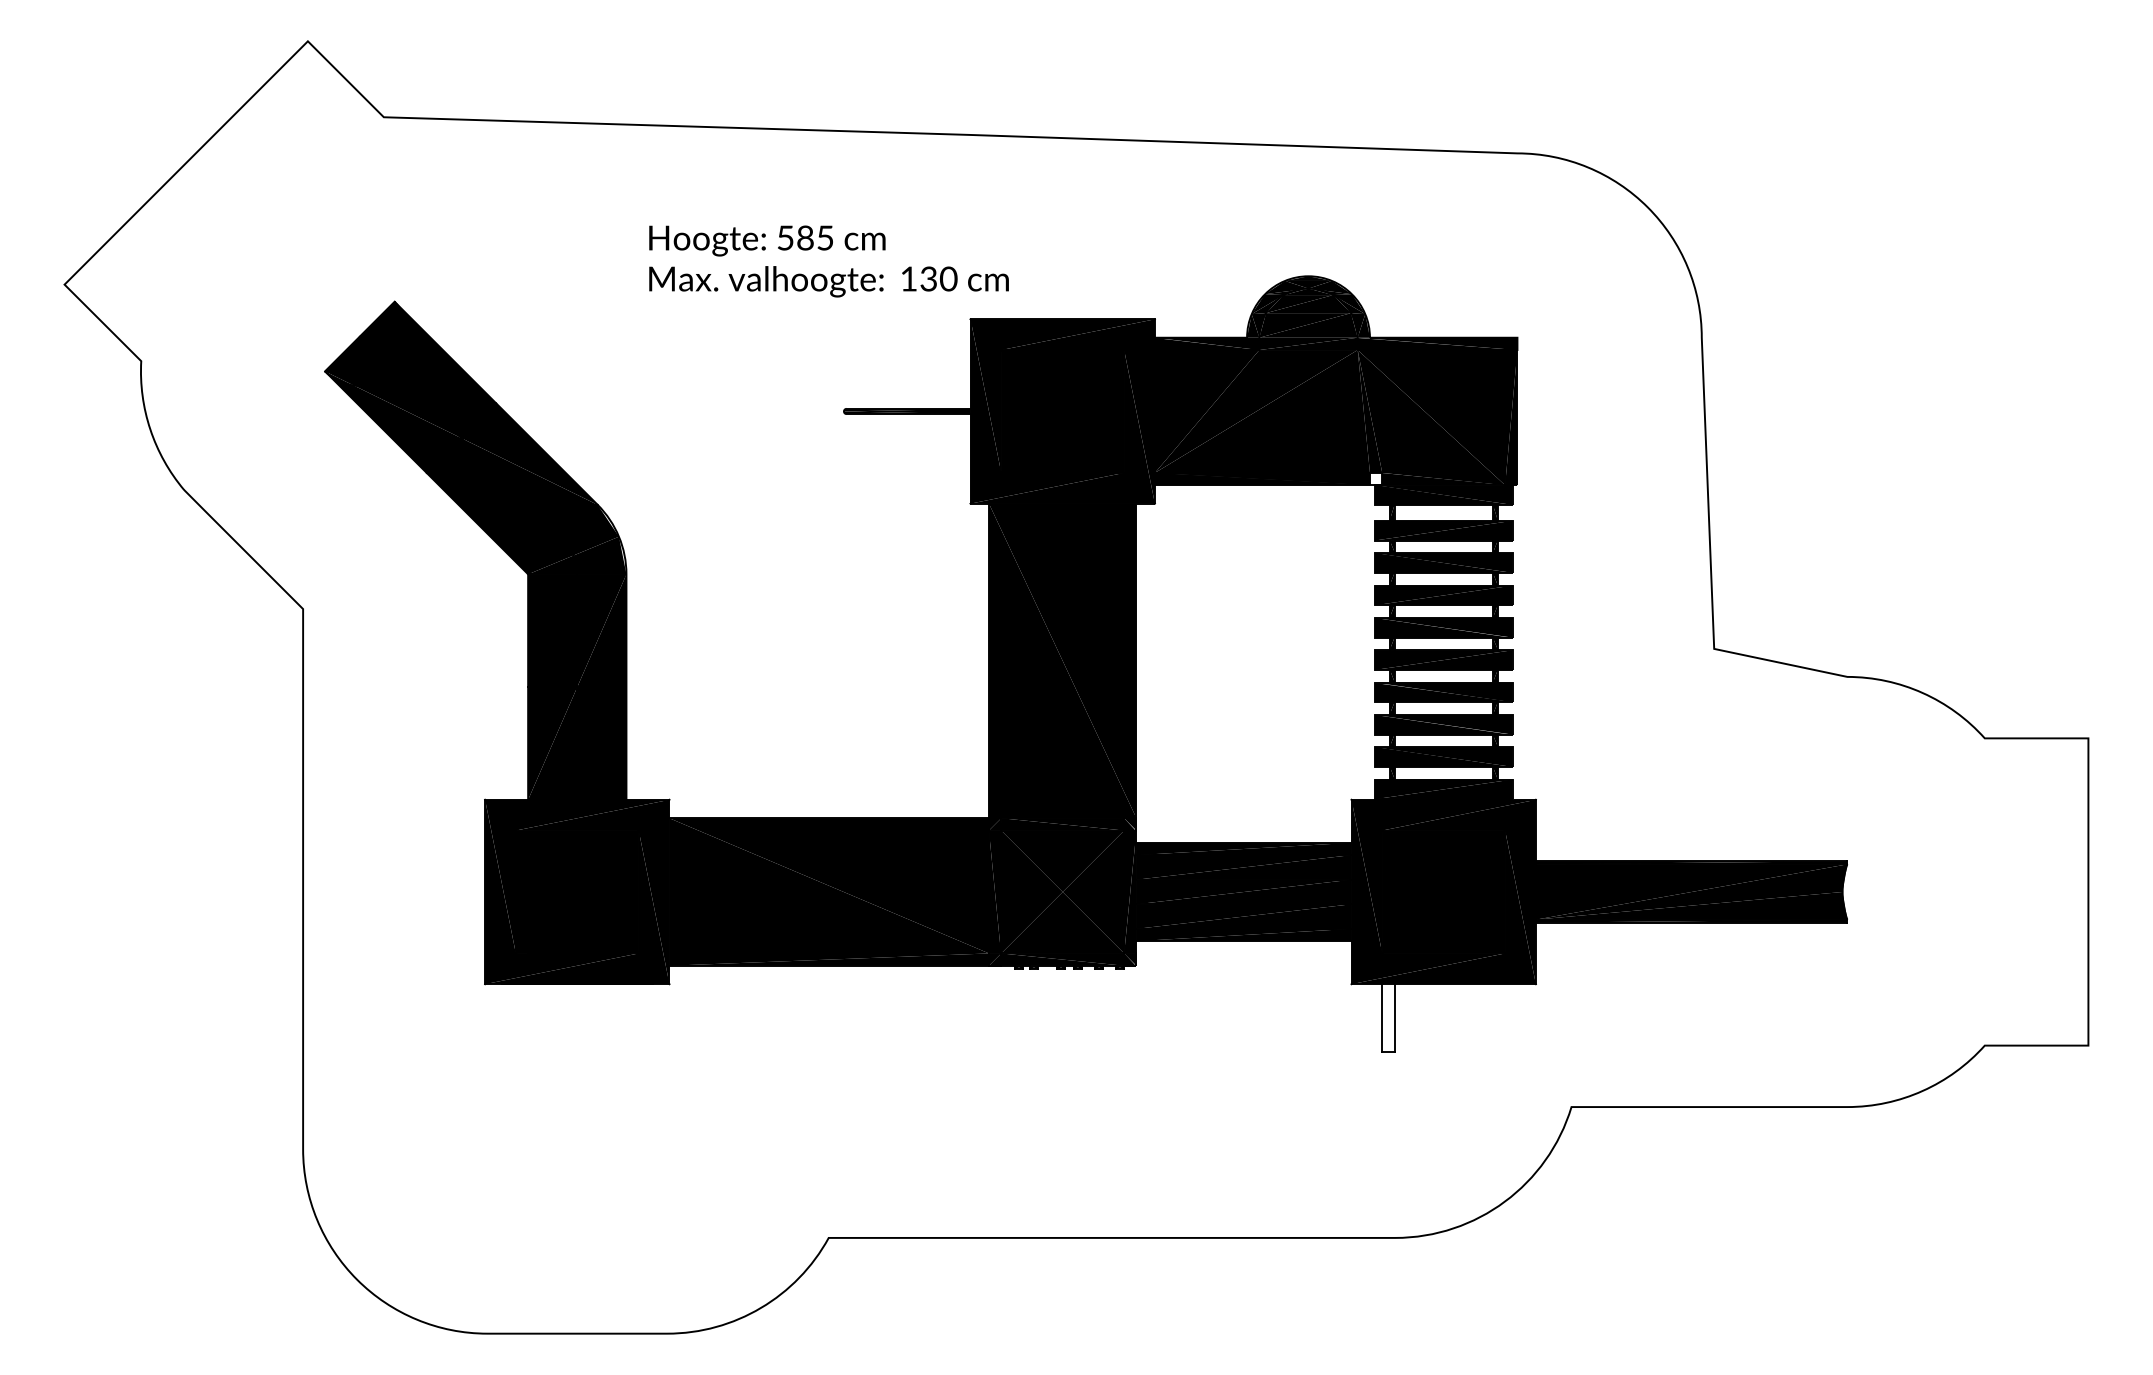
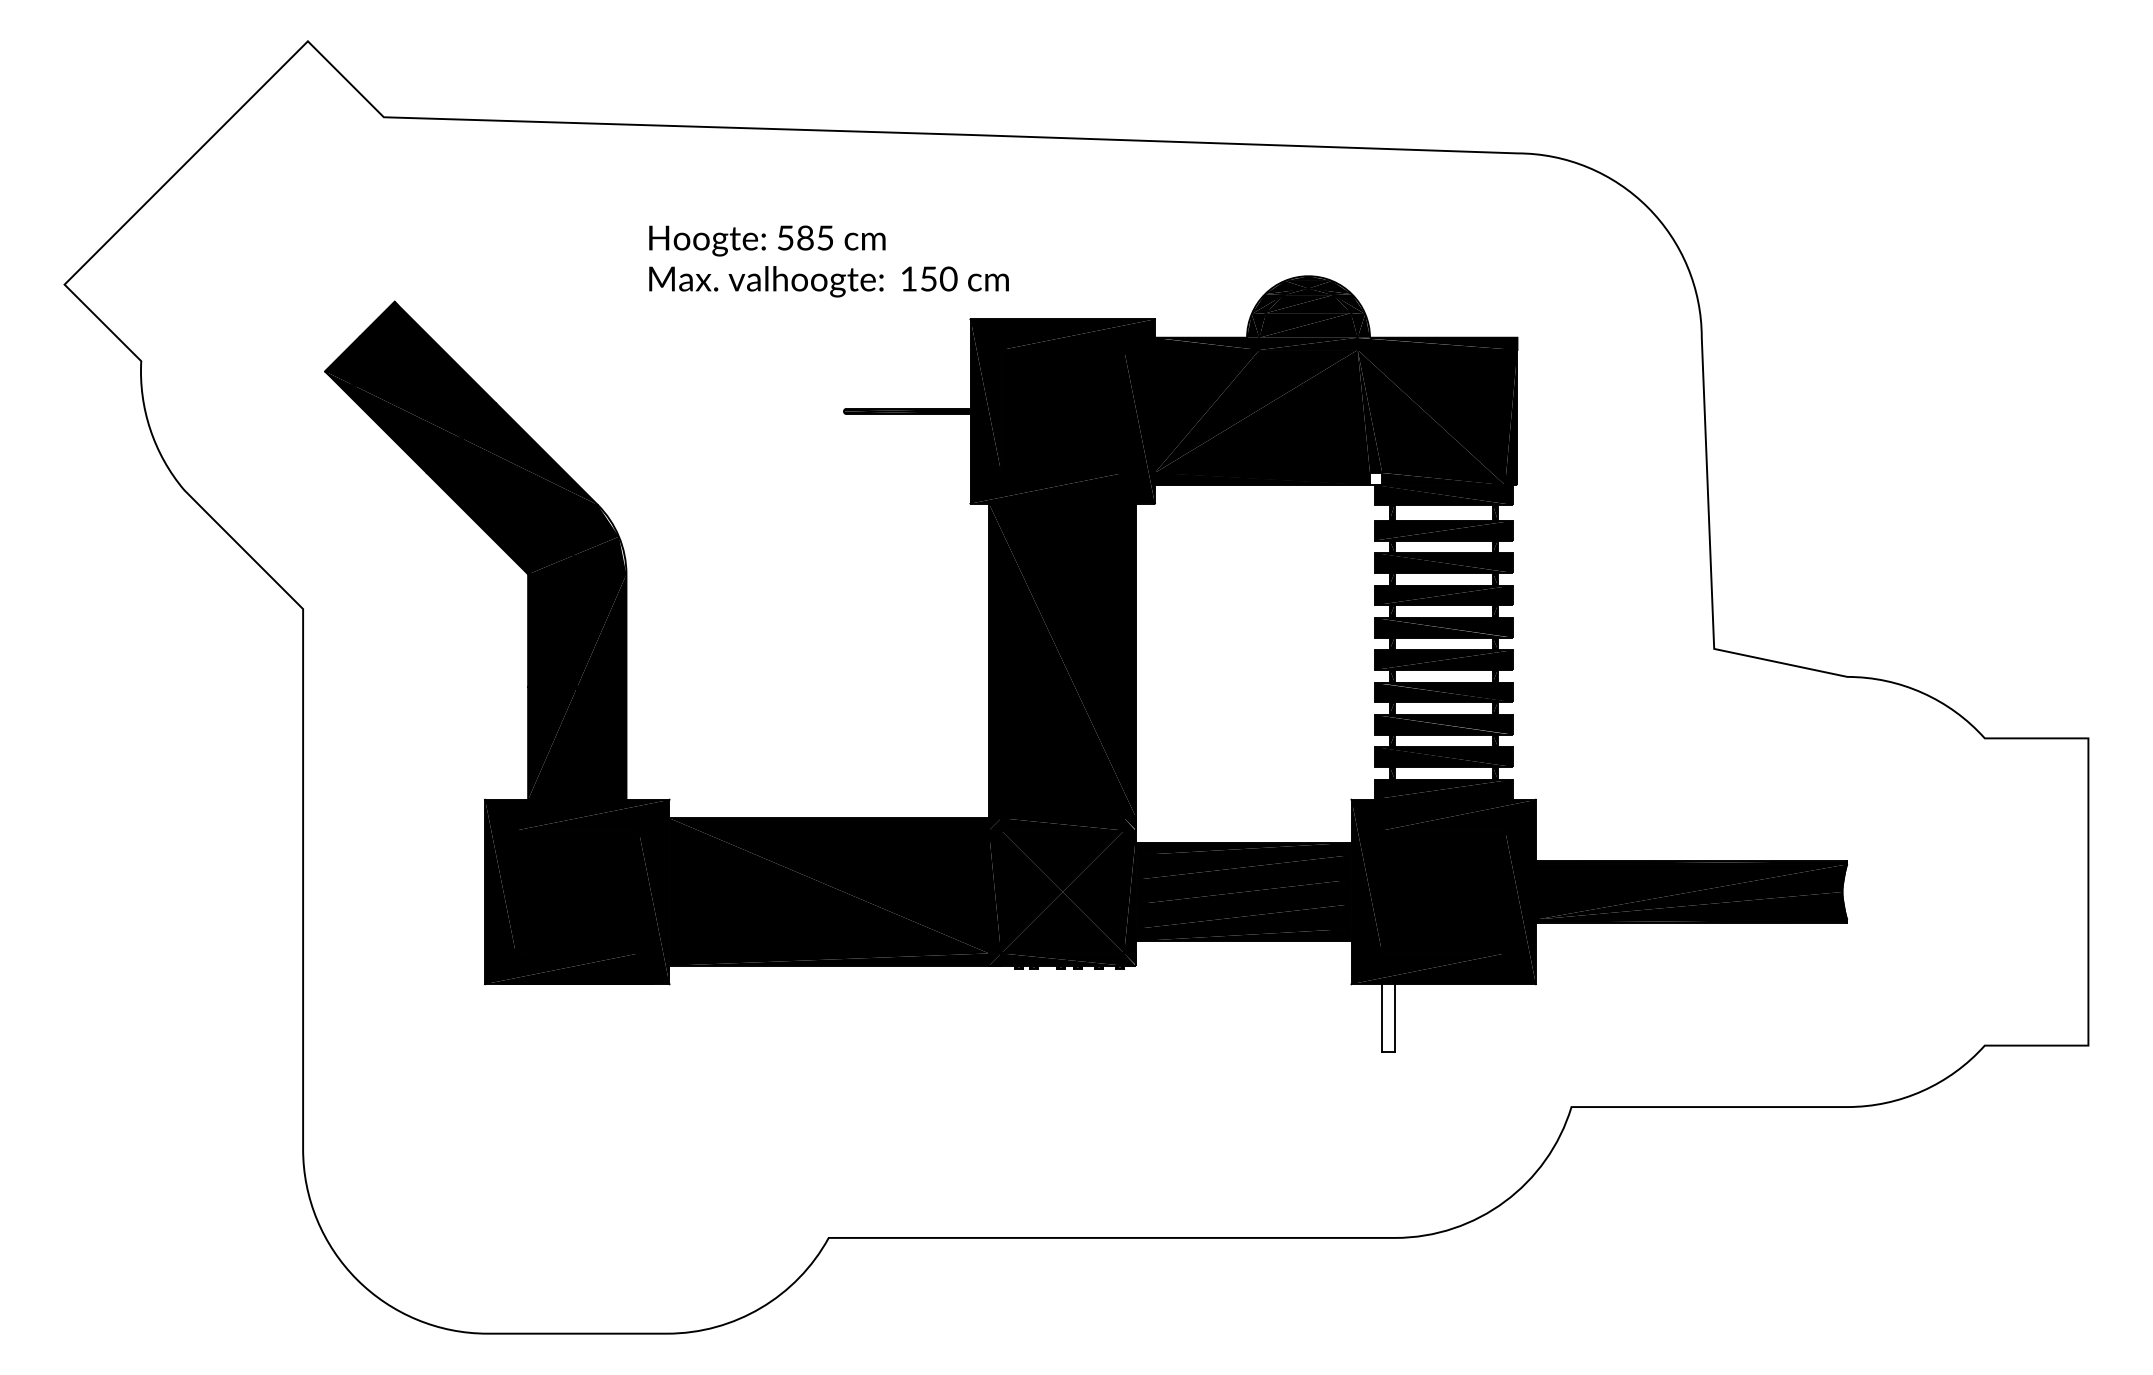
text at (928, 278): 130 -> 150
